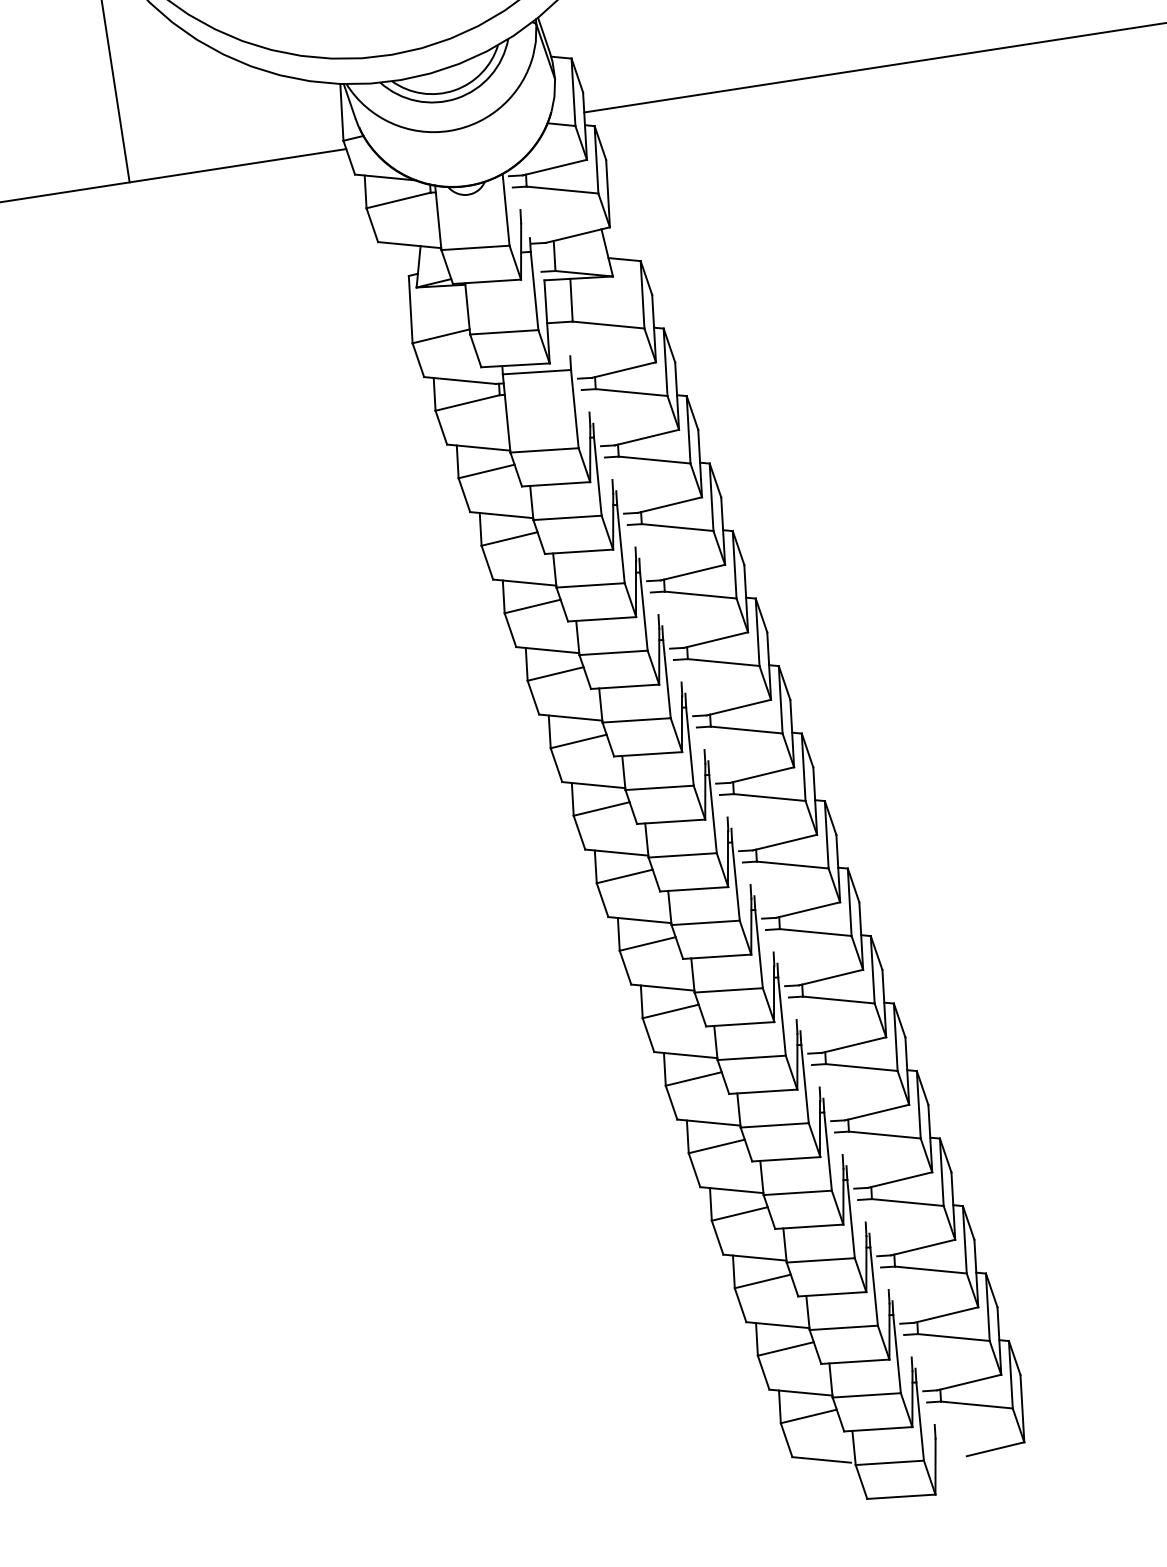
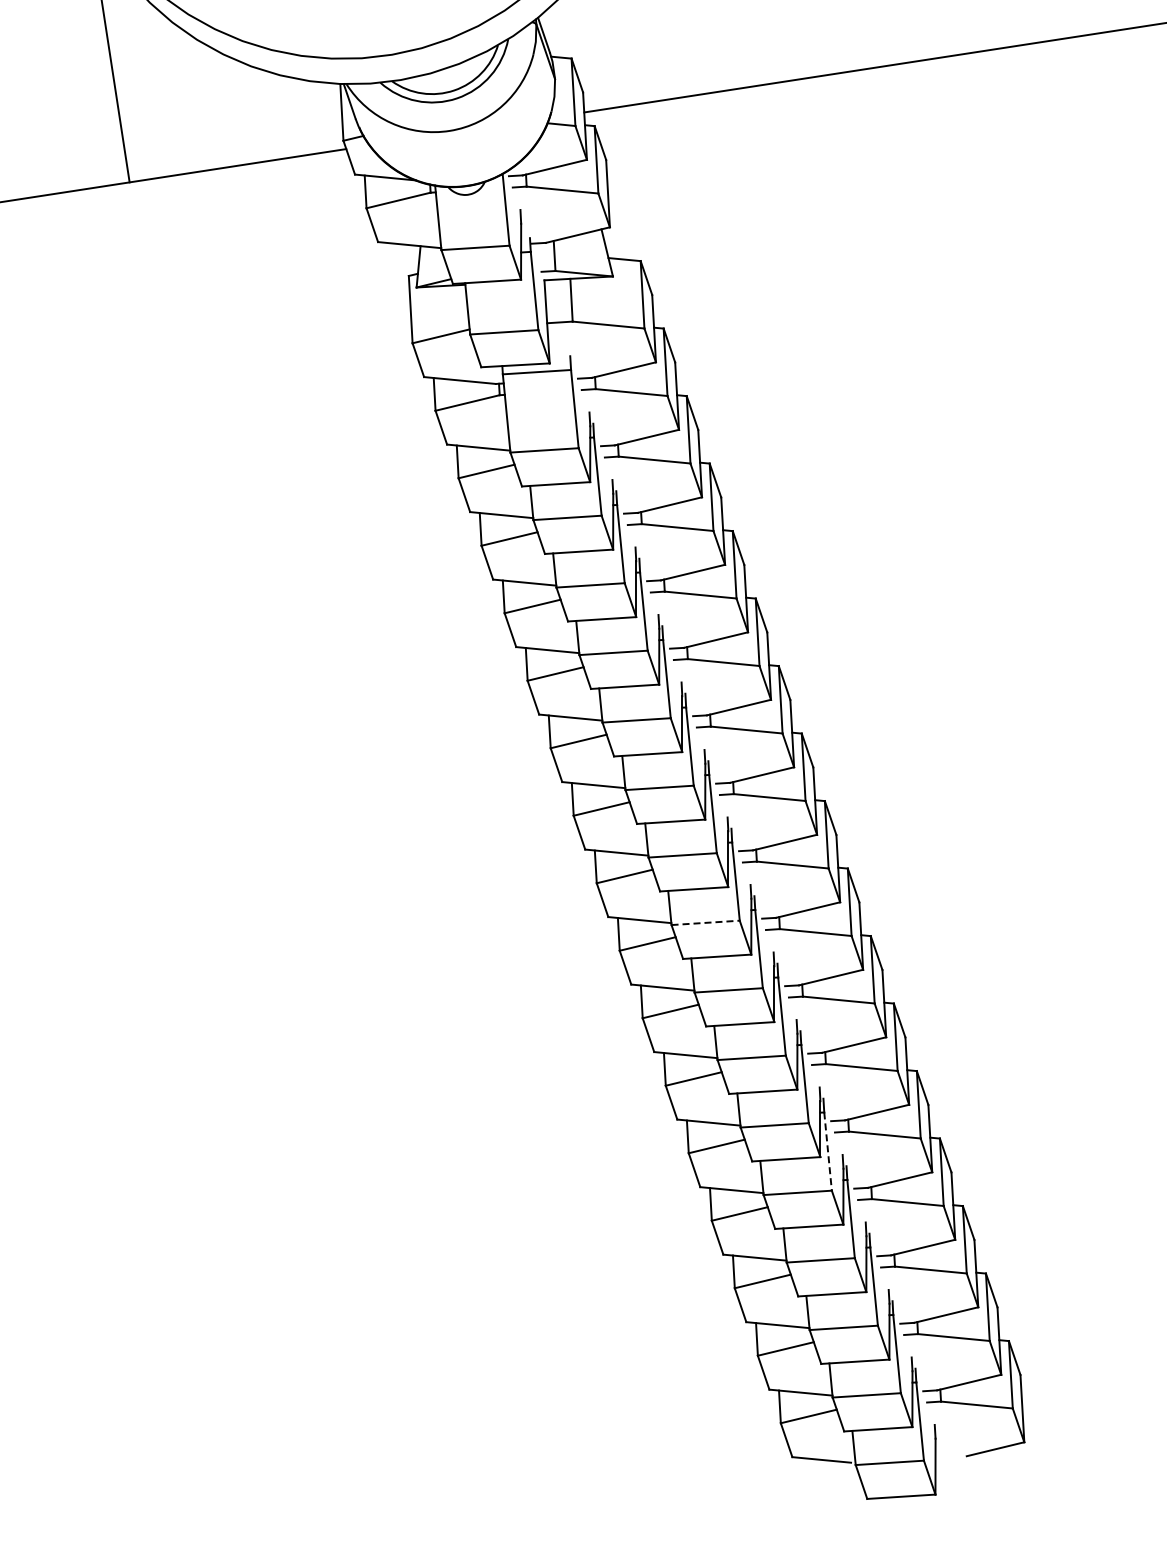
line at (706, 922): solid -> dashed
line at (828, 1152): solid -> dashed
